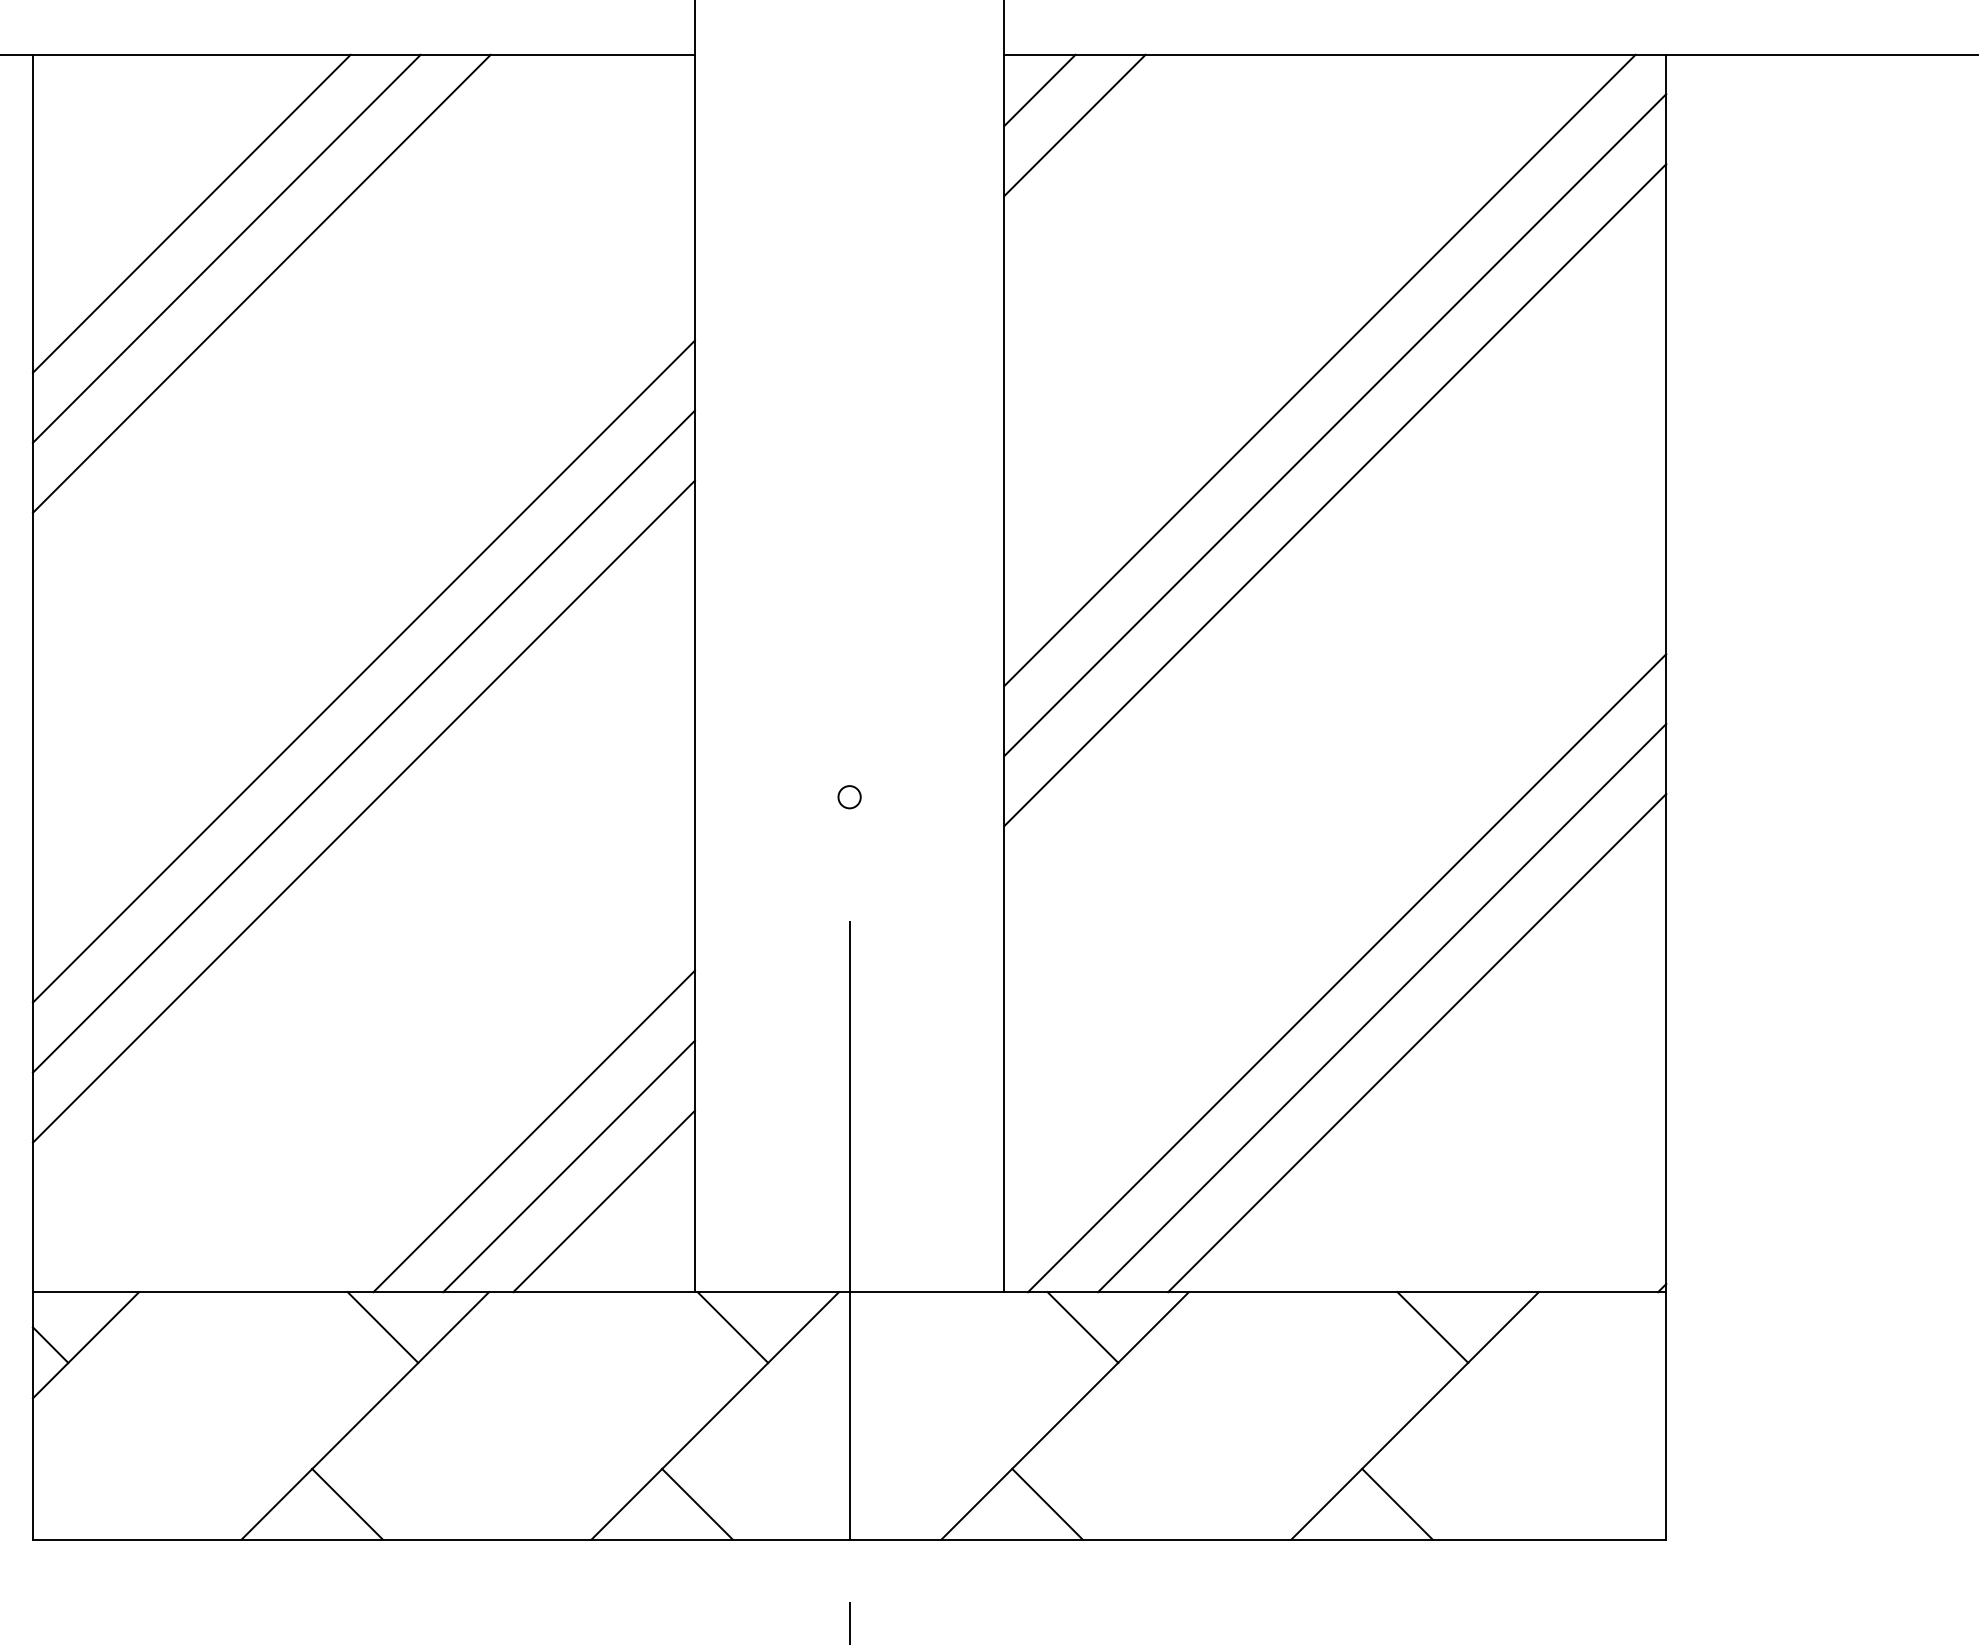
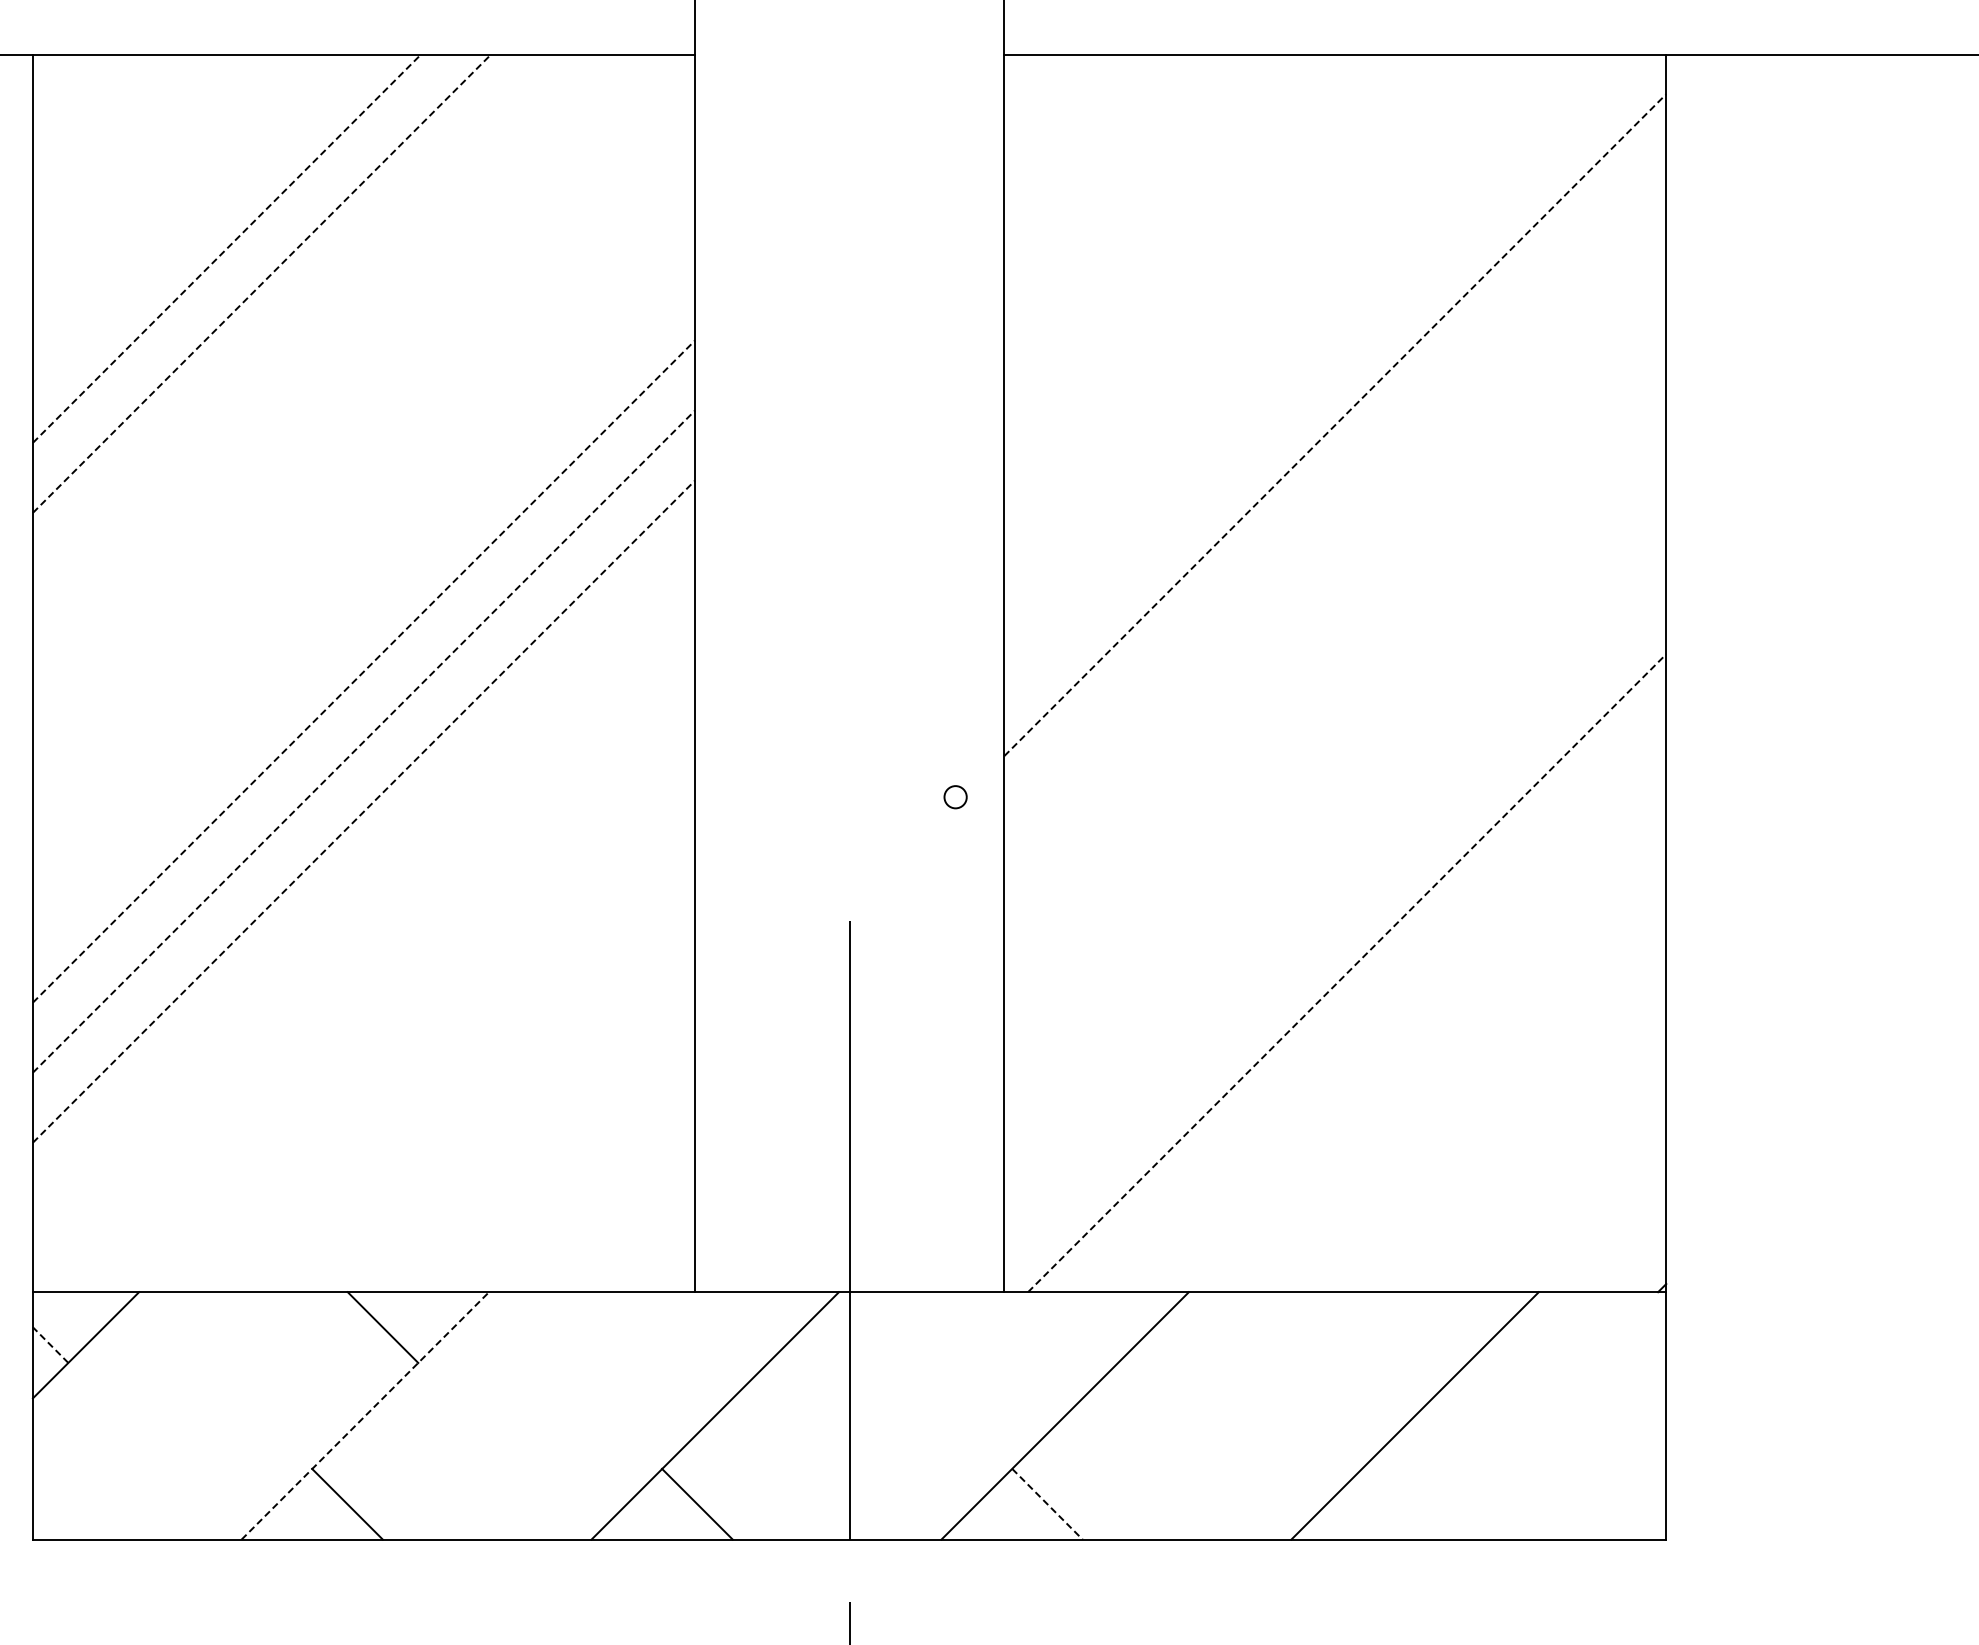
line at (1039, 90): present -> none
line at (1074, 125): present -> none
line at (191, 213): present -> none
line at (227, 248): solid -> dashed
line at (261, 283): solid -> dashed
line at (1319, 370): present -> none
line at (1335, 424): solid -> dashed
line at (1335, 495): present -> none
line at (364, 671): solid -> dashed
line at (364, 741): solid -> dashed
circle at (849, 797) position: (849, 797) -> (955, 797)
line at (364, 811): solid -> dashed
line at (1347, 972): solid -> dashed
line at (1382, 1007): present -> none
line at (1417, 1043): present -> none
line at (533, 1131): present -> none
line at (568, 1166): present -> none
line at (603, 1201): present -> none
line at (732, 1327): present -> none
line at (1082, 1327): present -> none
line at (1432, 1327): present -> none
line at (50, 1344): solid -> dashed
line at (365, 1415): solid -> dashed
line at (1397, 1503): present -> none
line at (1047, 1504): solid -> dashed
